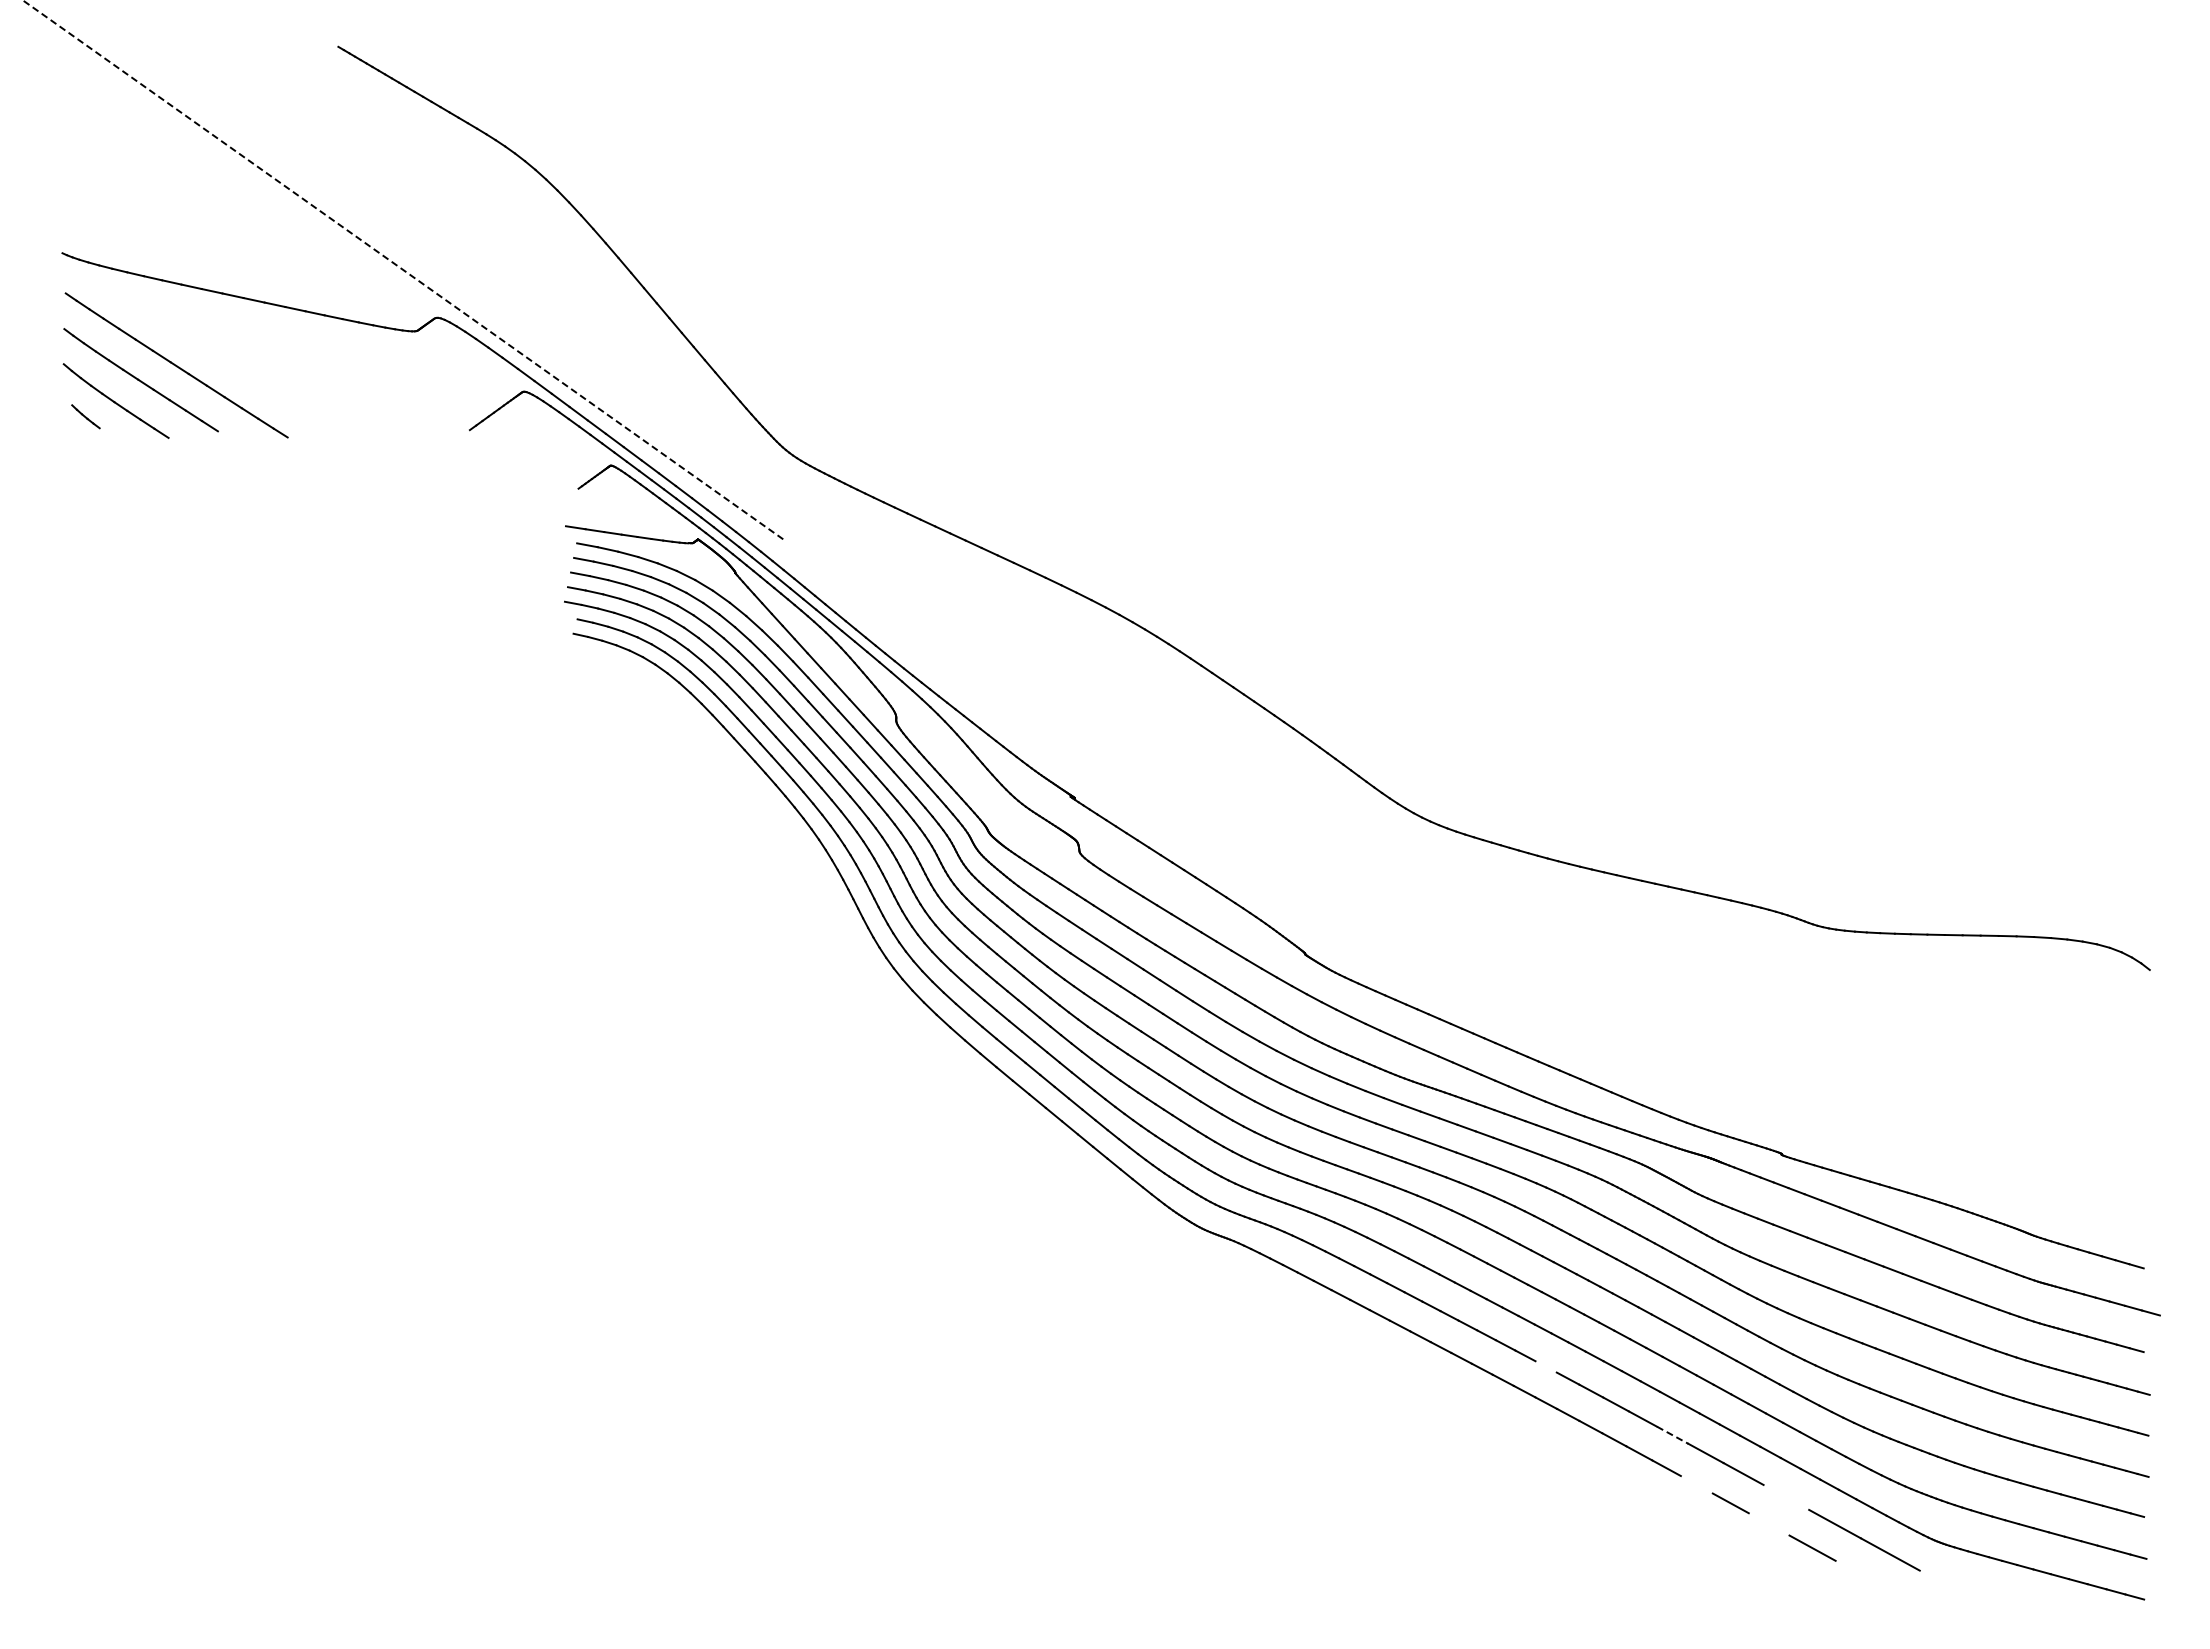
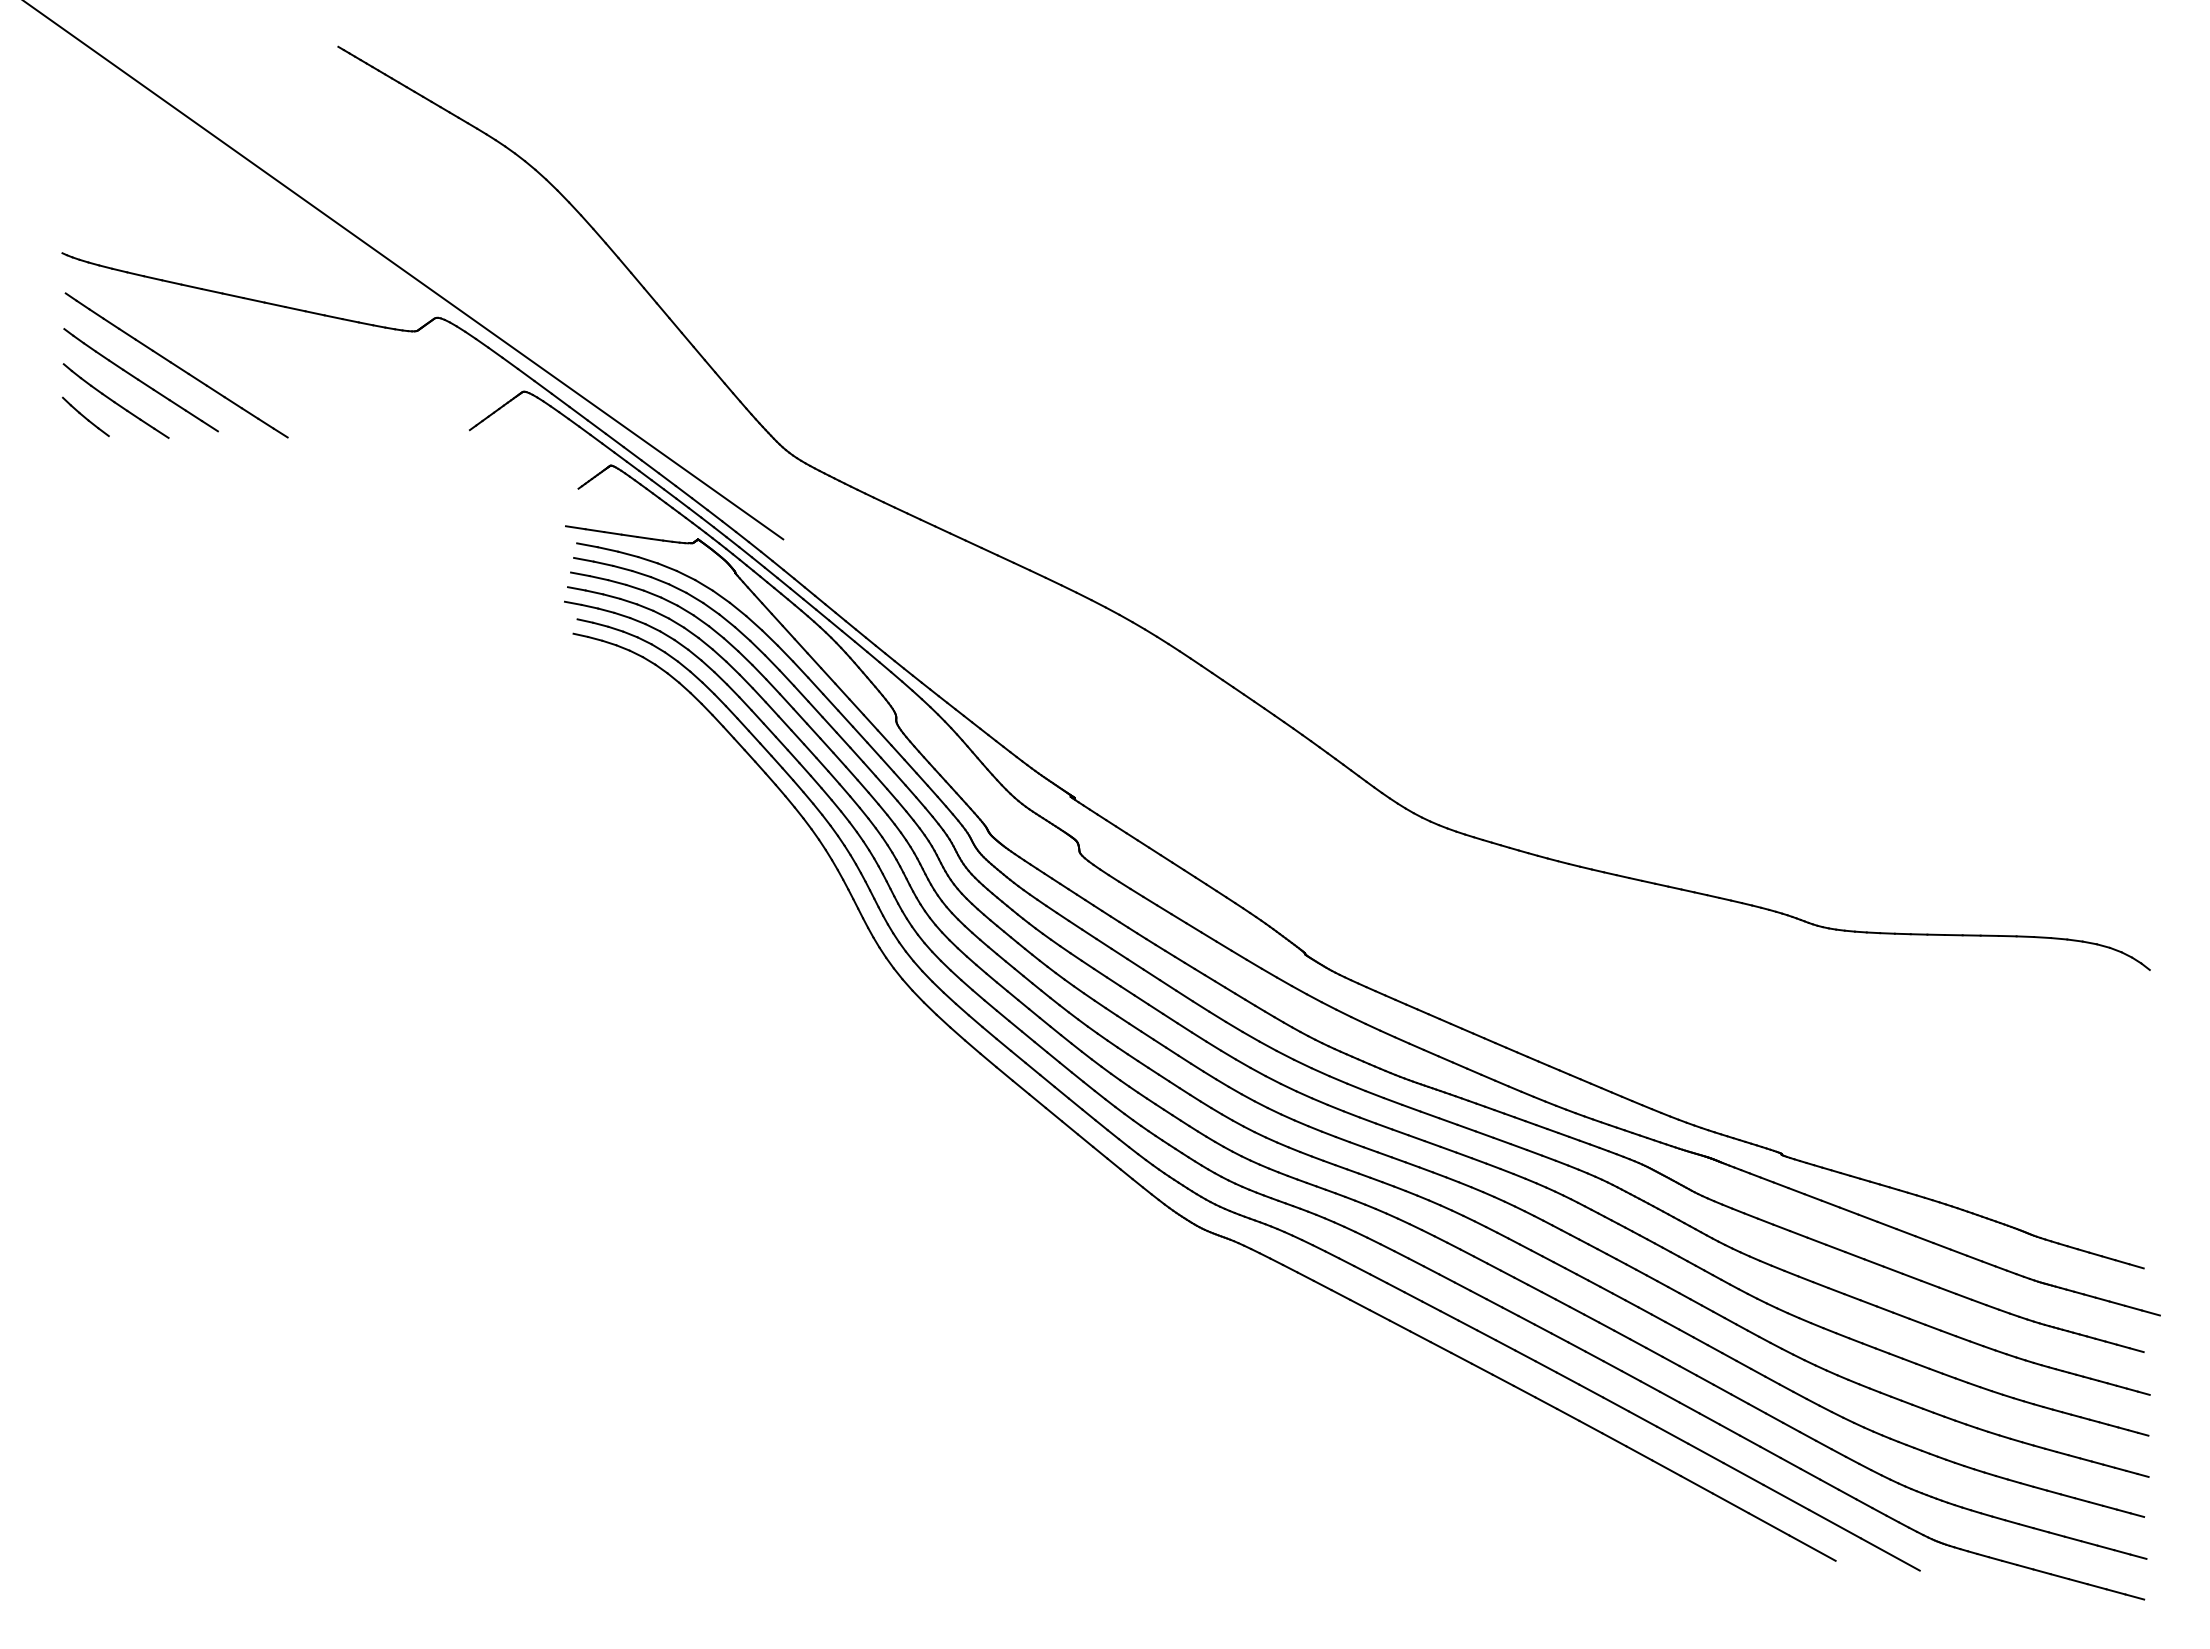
line at (403, 269): dashed -> solid
part at (85, 416) size: 30x26 px -> 48x41 px
line at (1545, 1366): none -> present
line at (1672, 1435): dashed -> solid
line at (1696, 1484): none -> present
line at (1786, 1496): none -> present
line at (1768, 1524): none -> present
